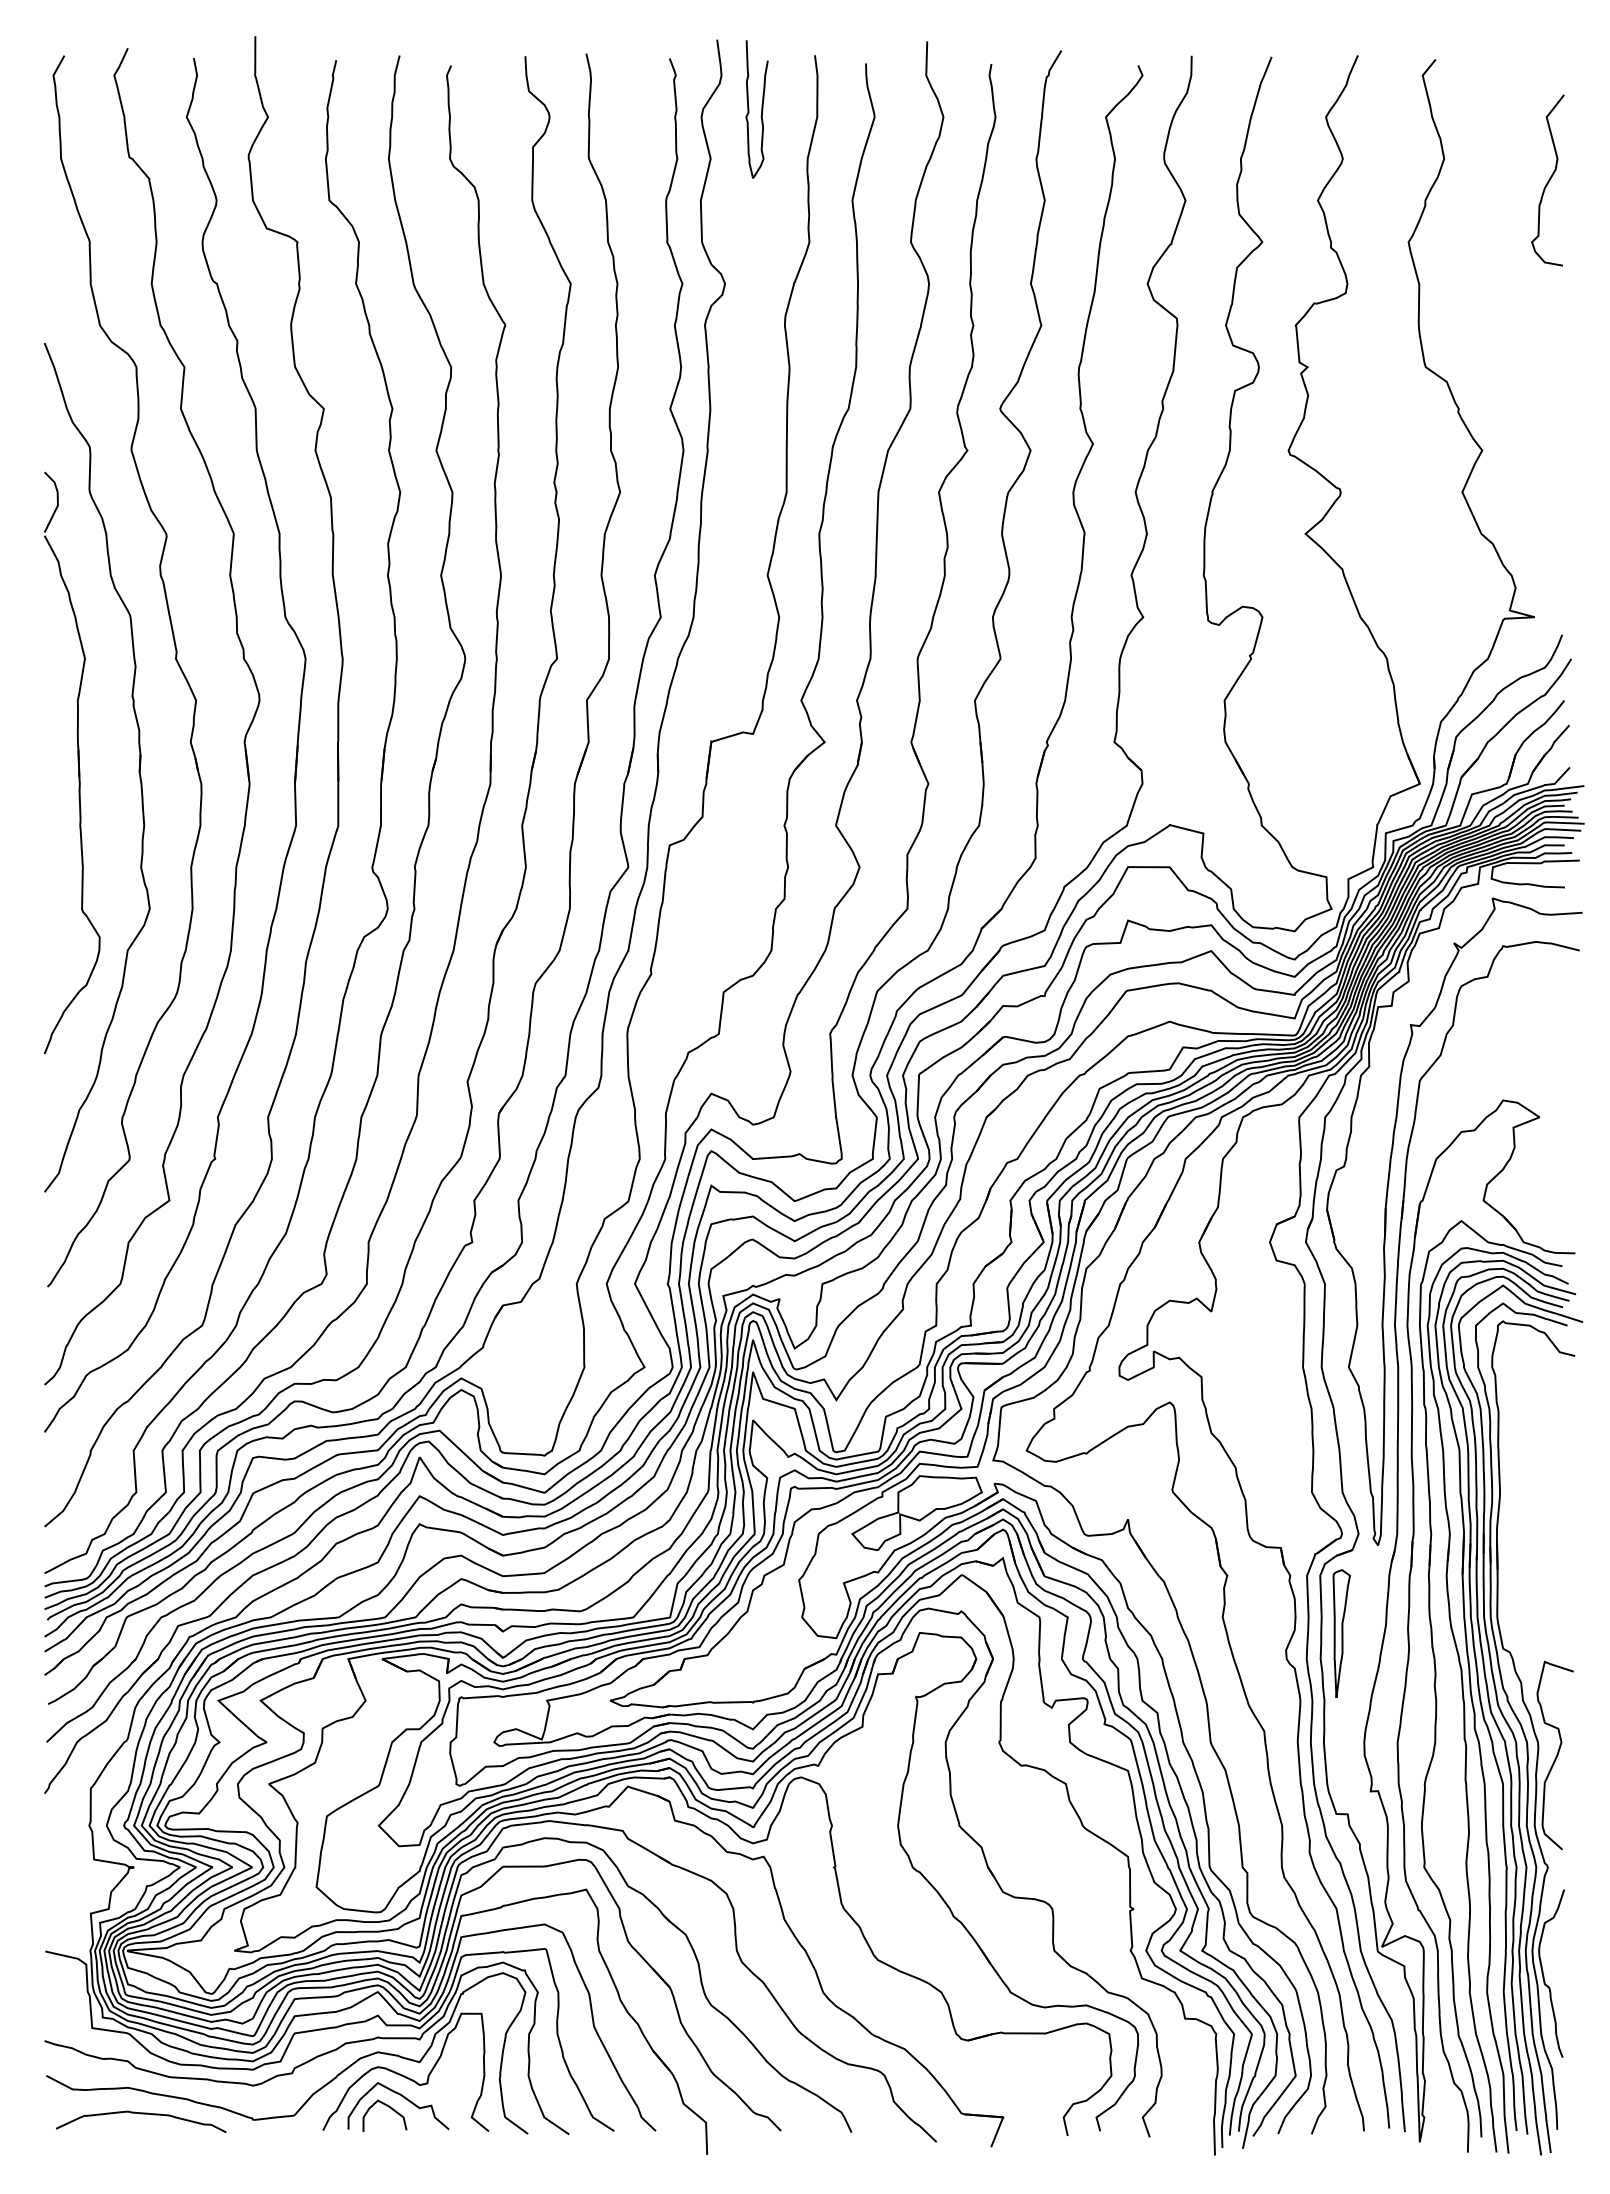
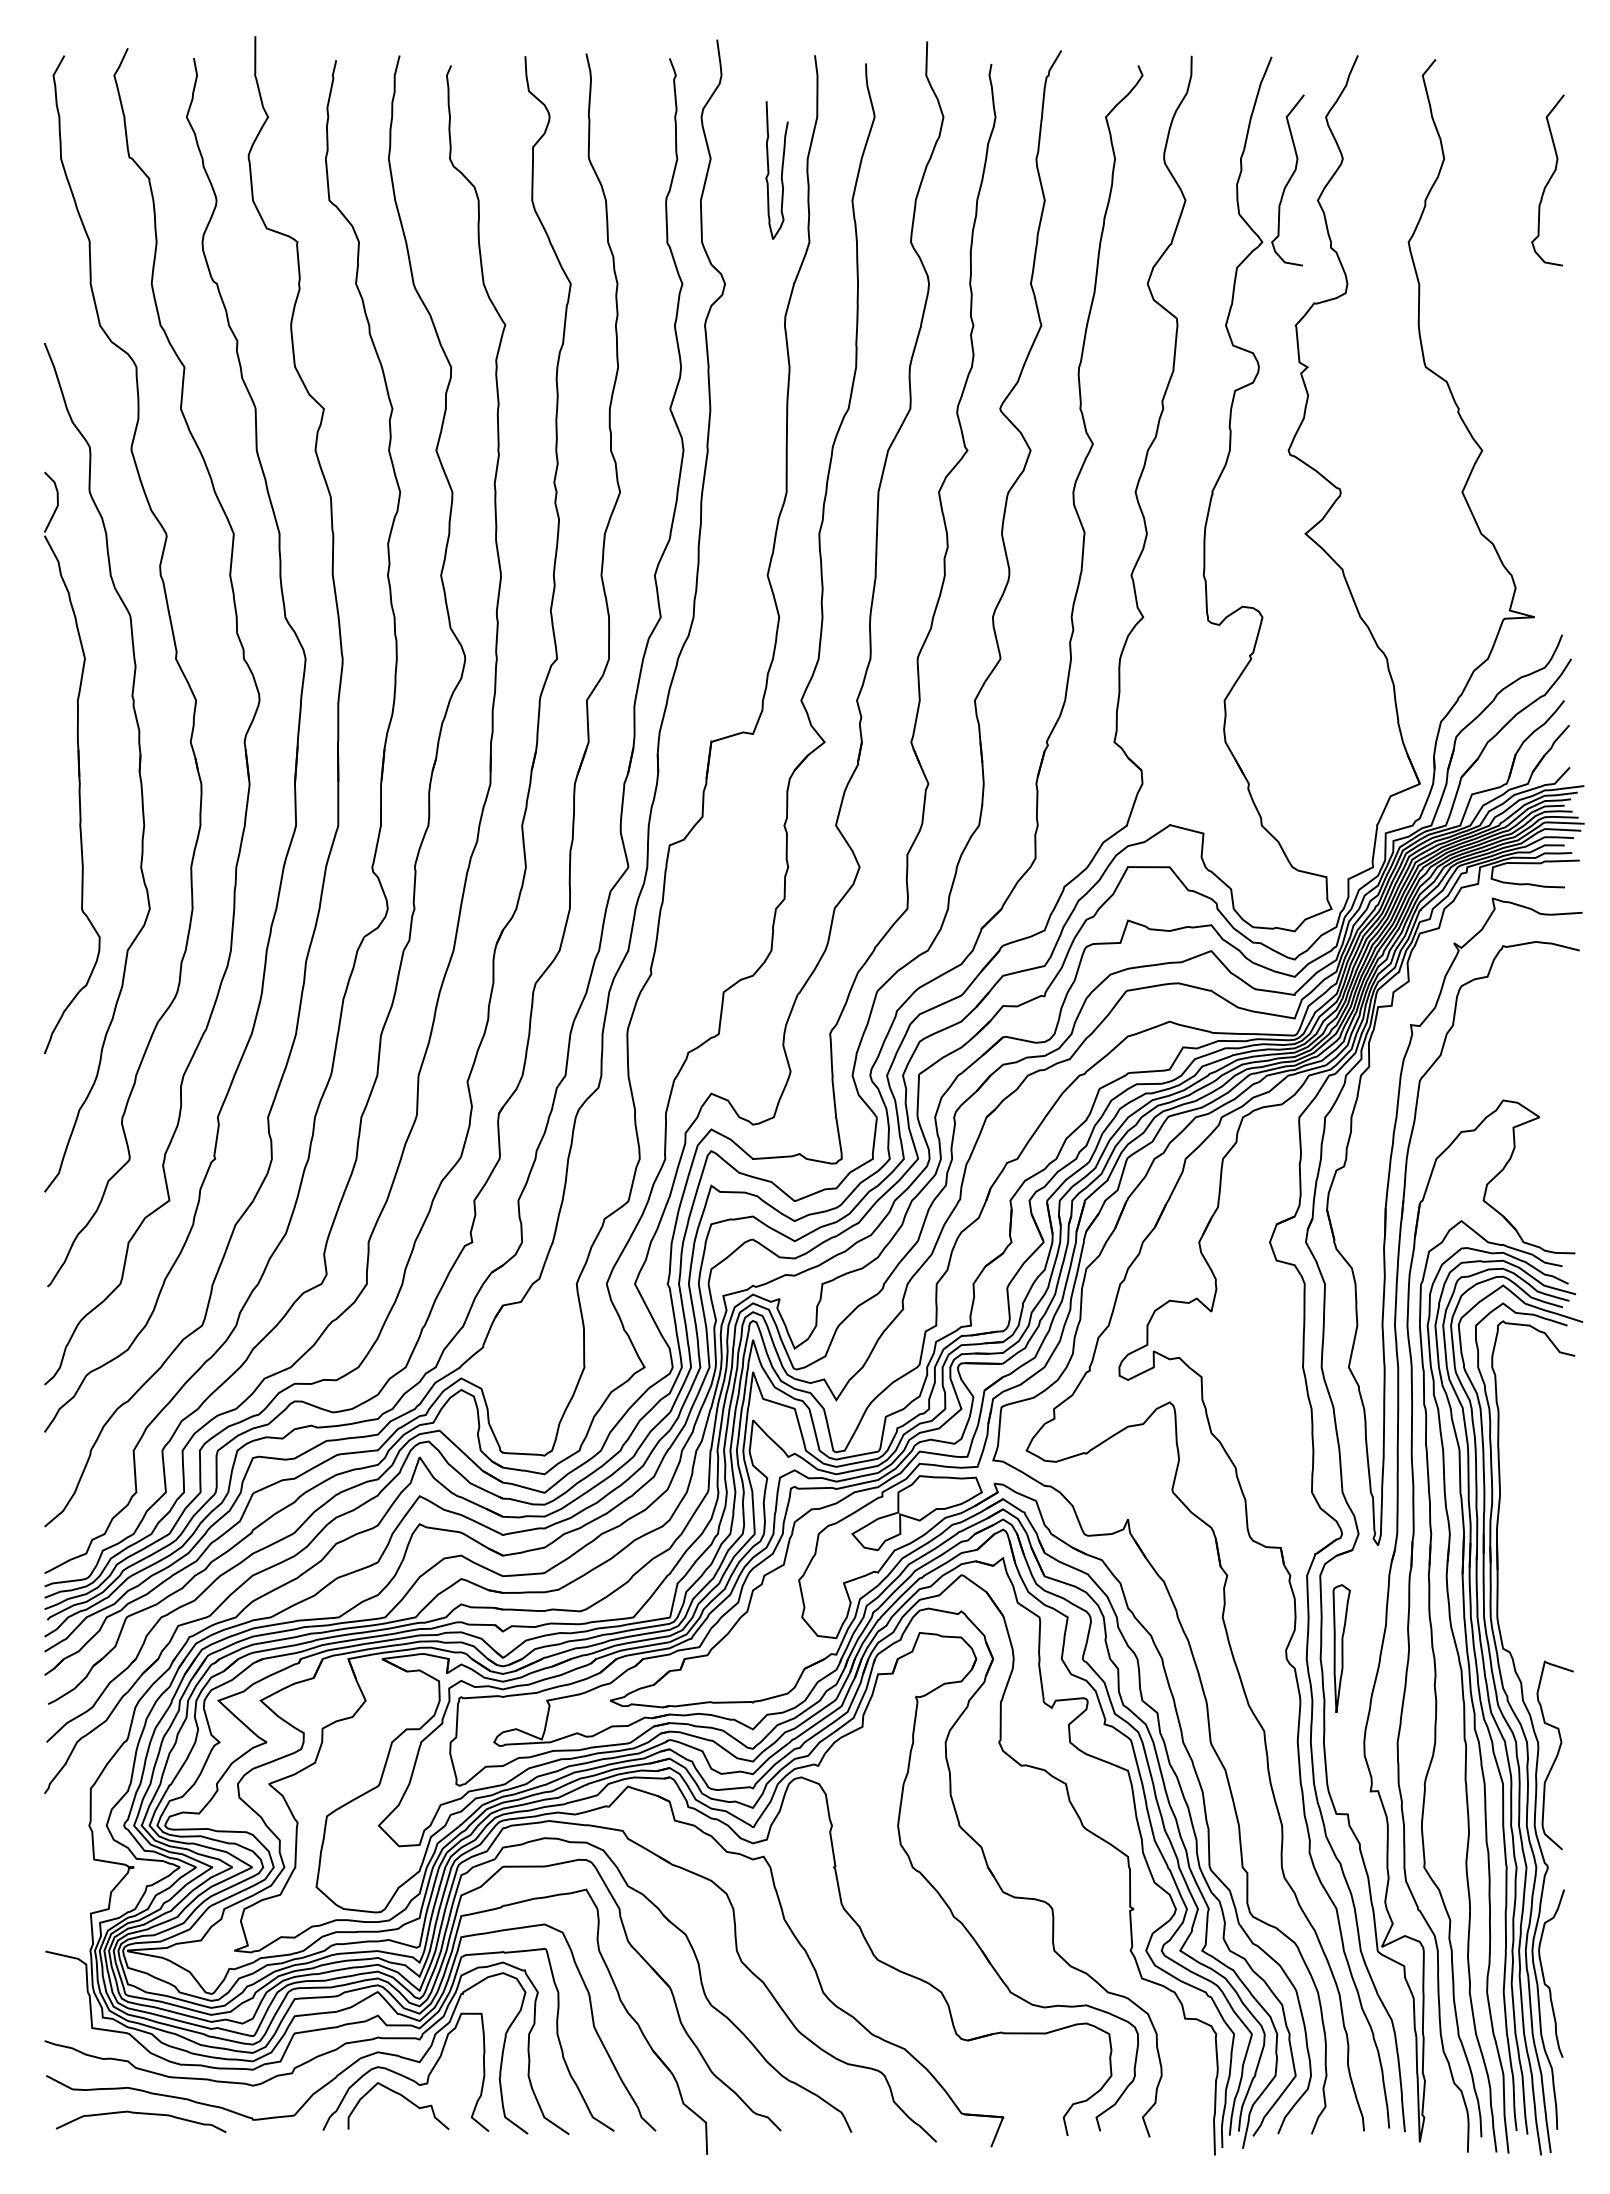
curve at (761, 109) position: (761, 109) -> (781, 170)
curve at (1288, 180): none -> present
part at (1341, 1633) position: (1341, 1633) -> (1341, 1648)
curve at (388, 2107): present -> none
